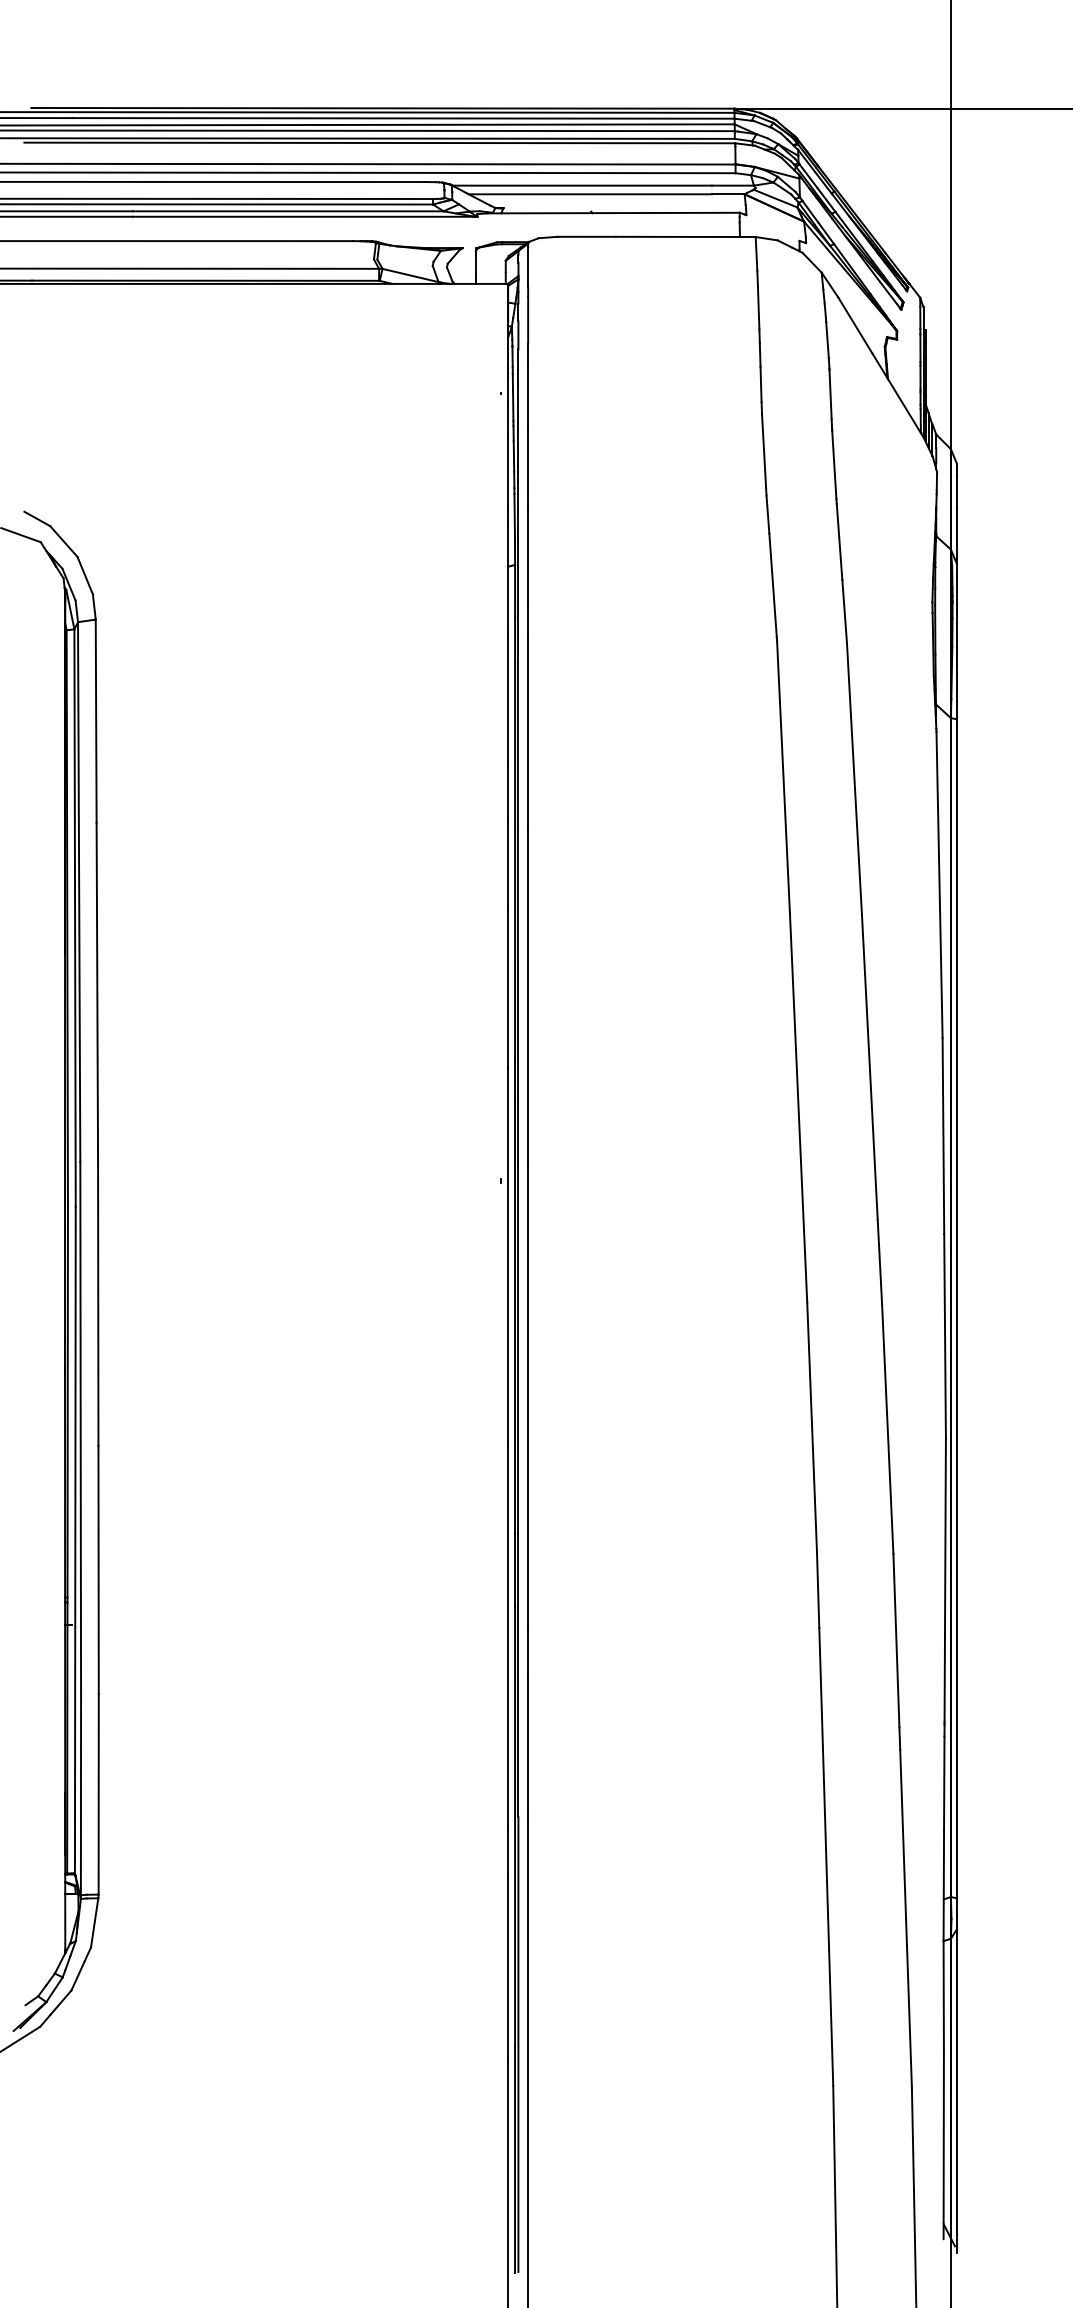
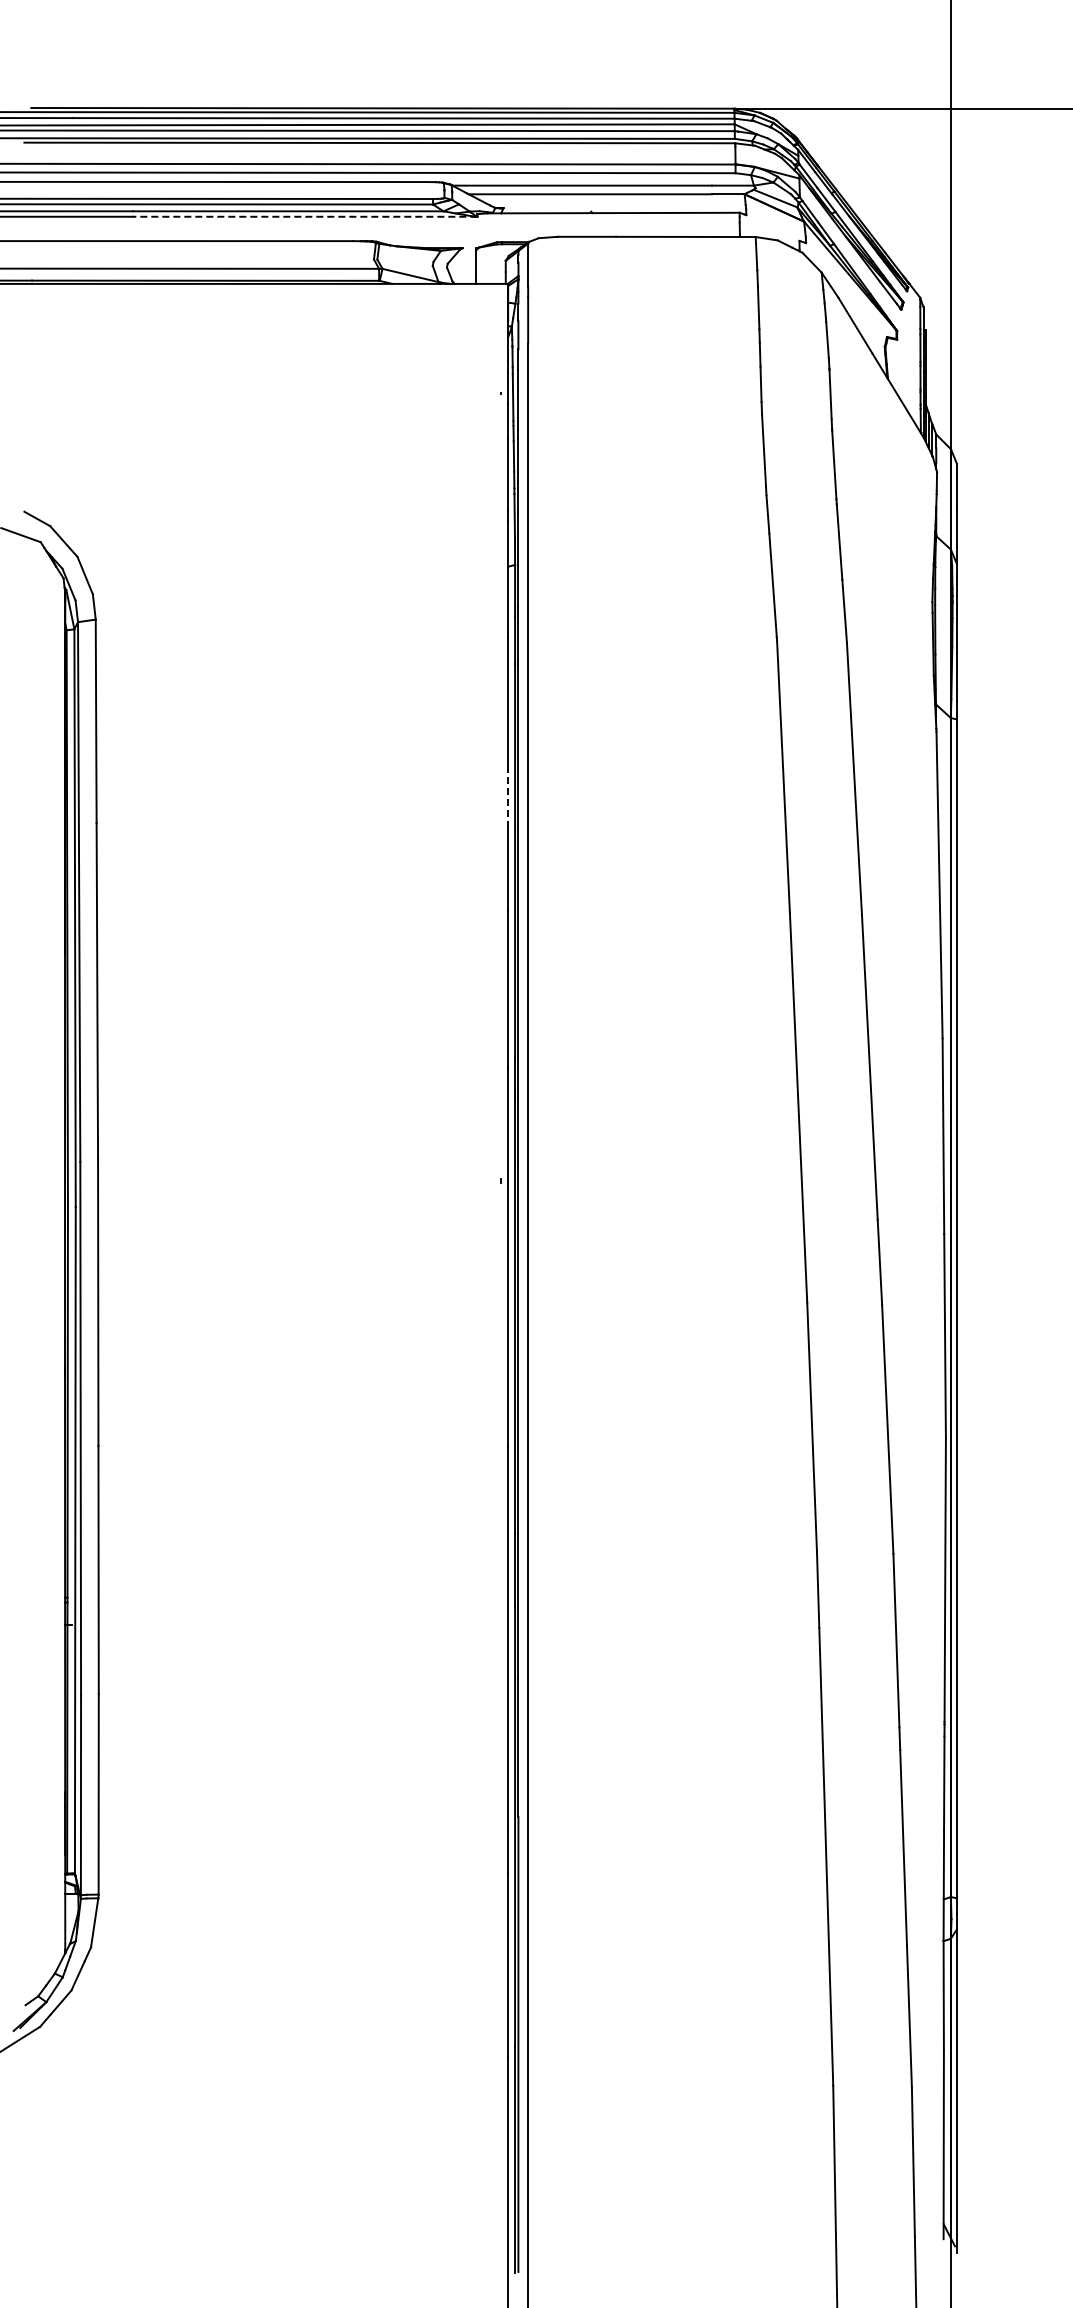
line at (304, 216): solid -> dashed
line at (508, 794): solid -> dashed
